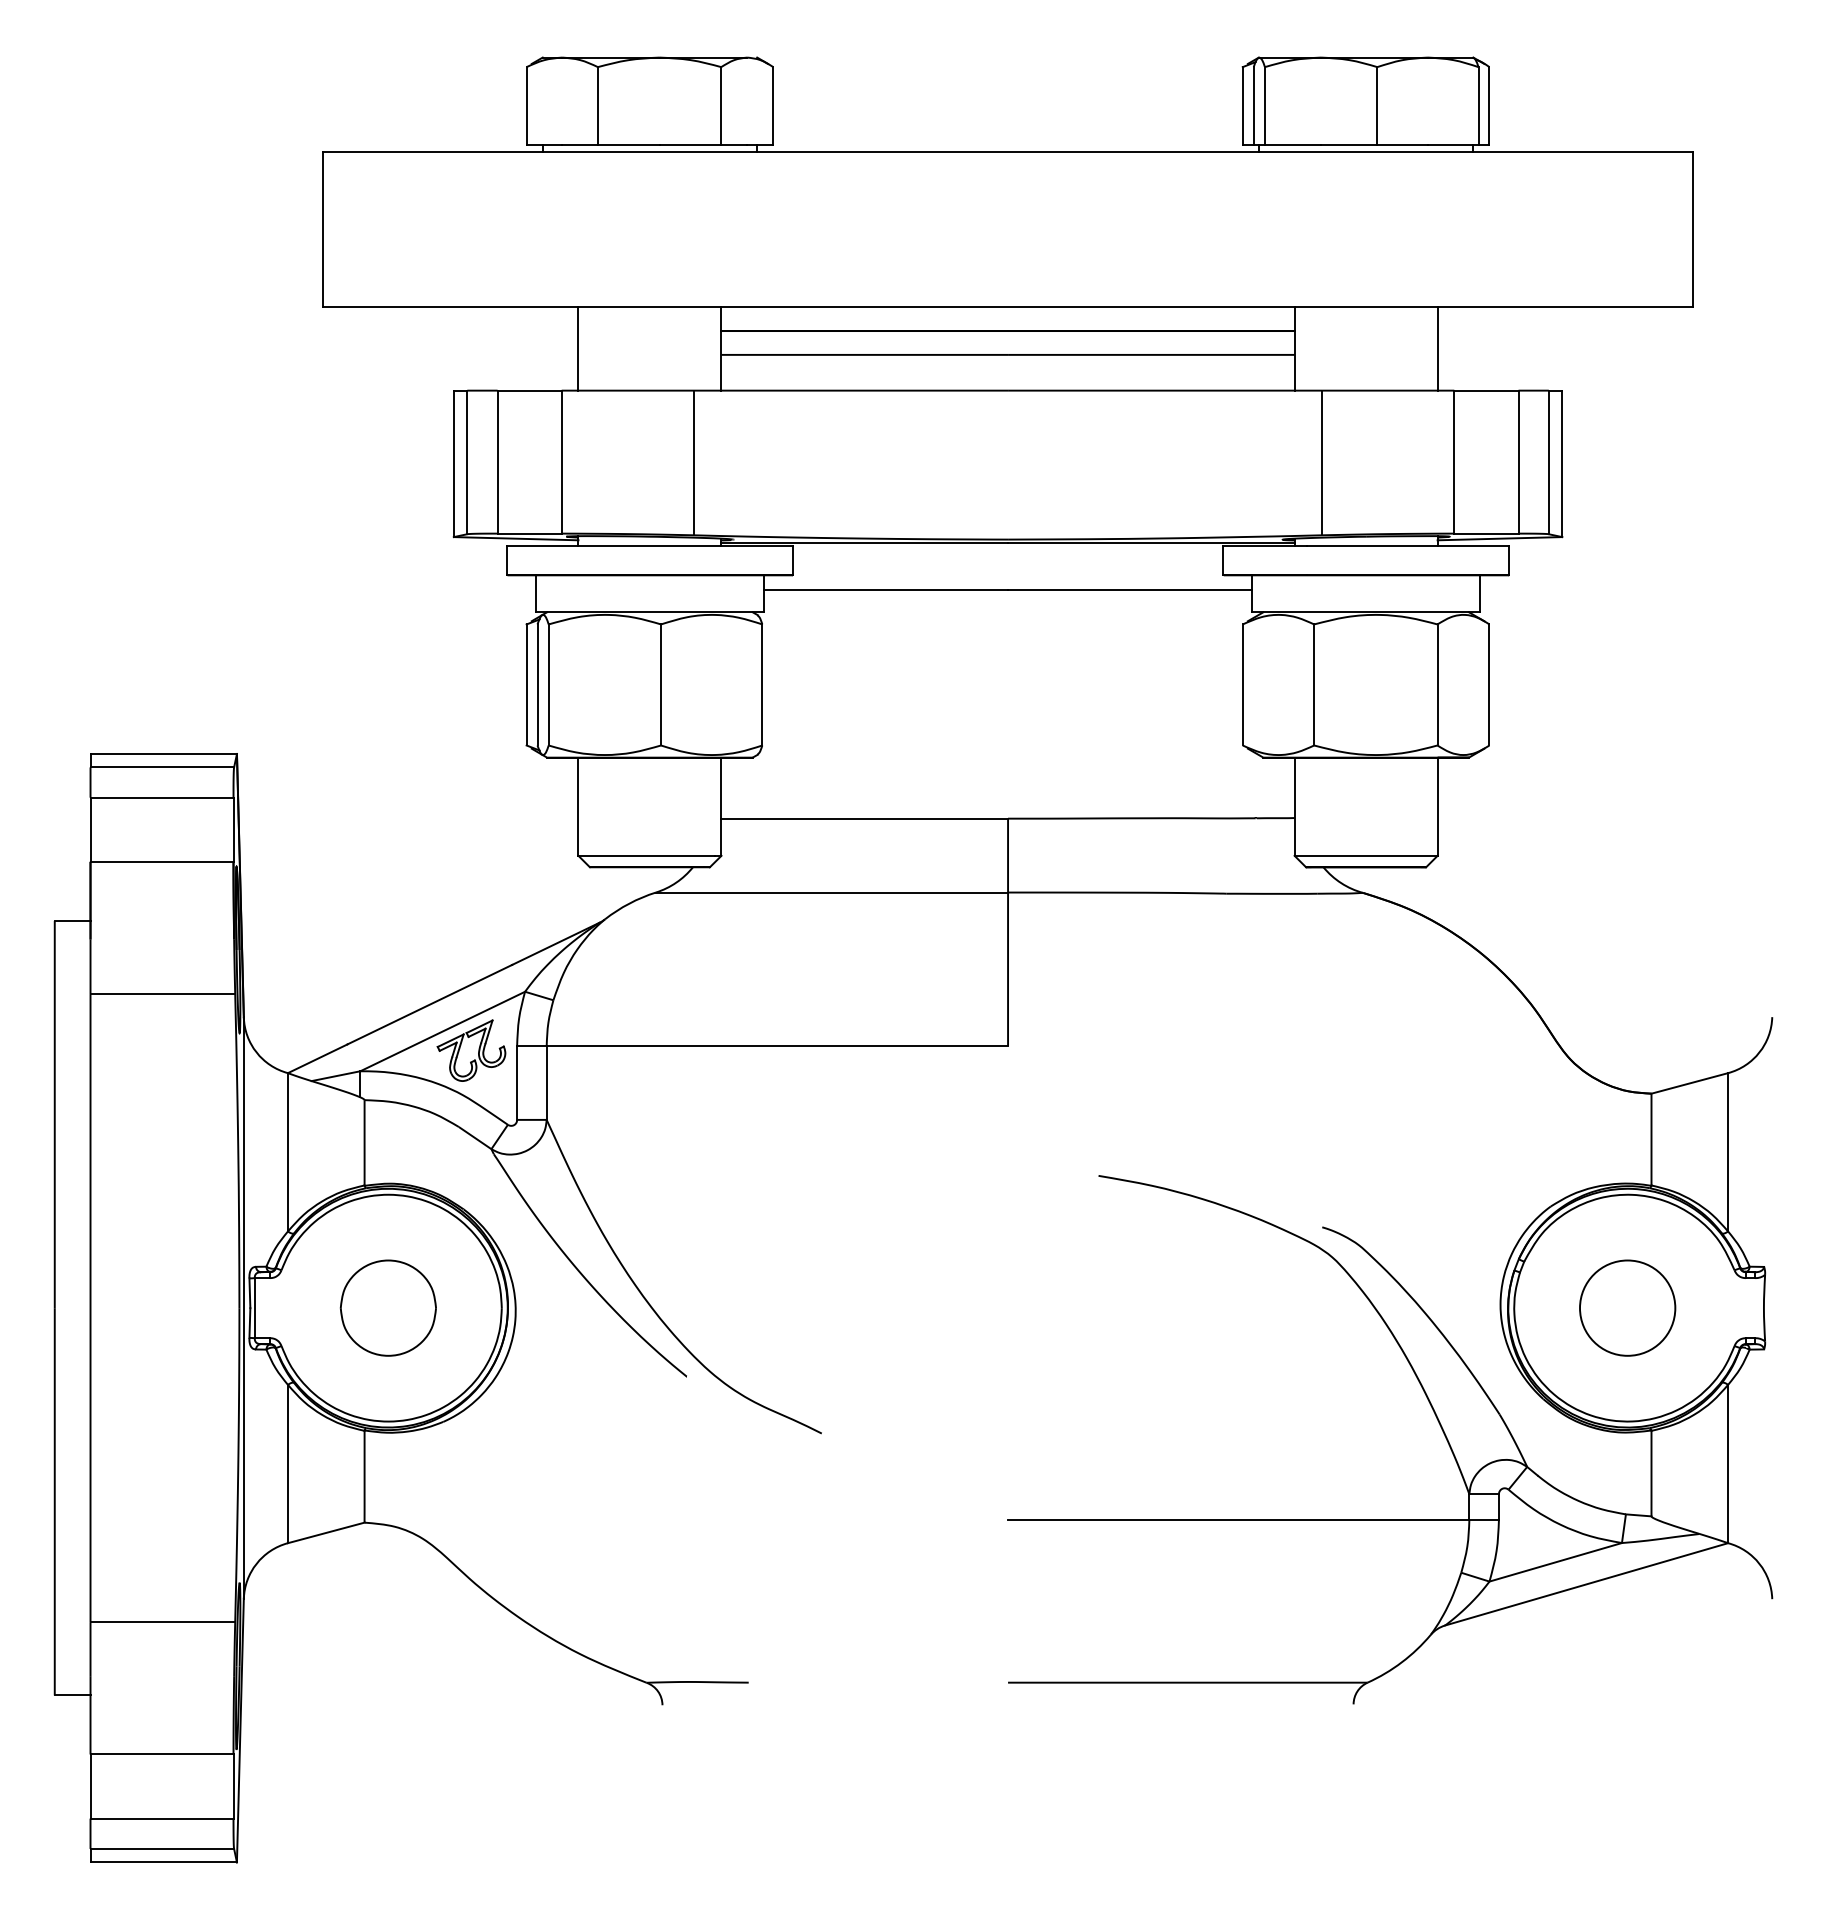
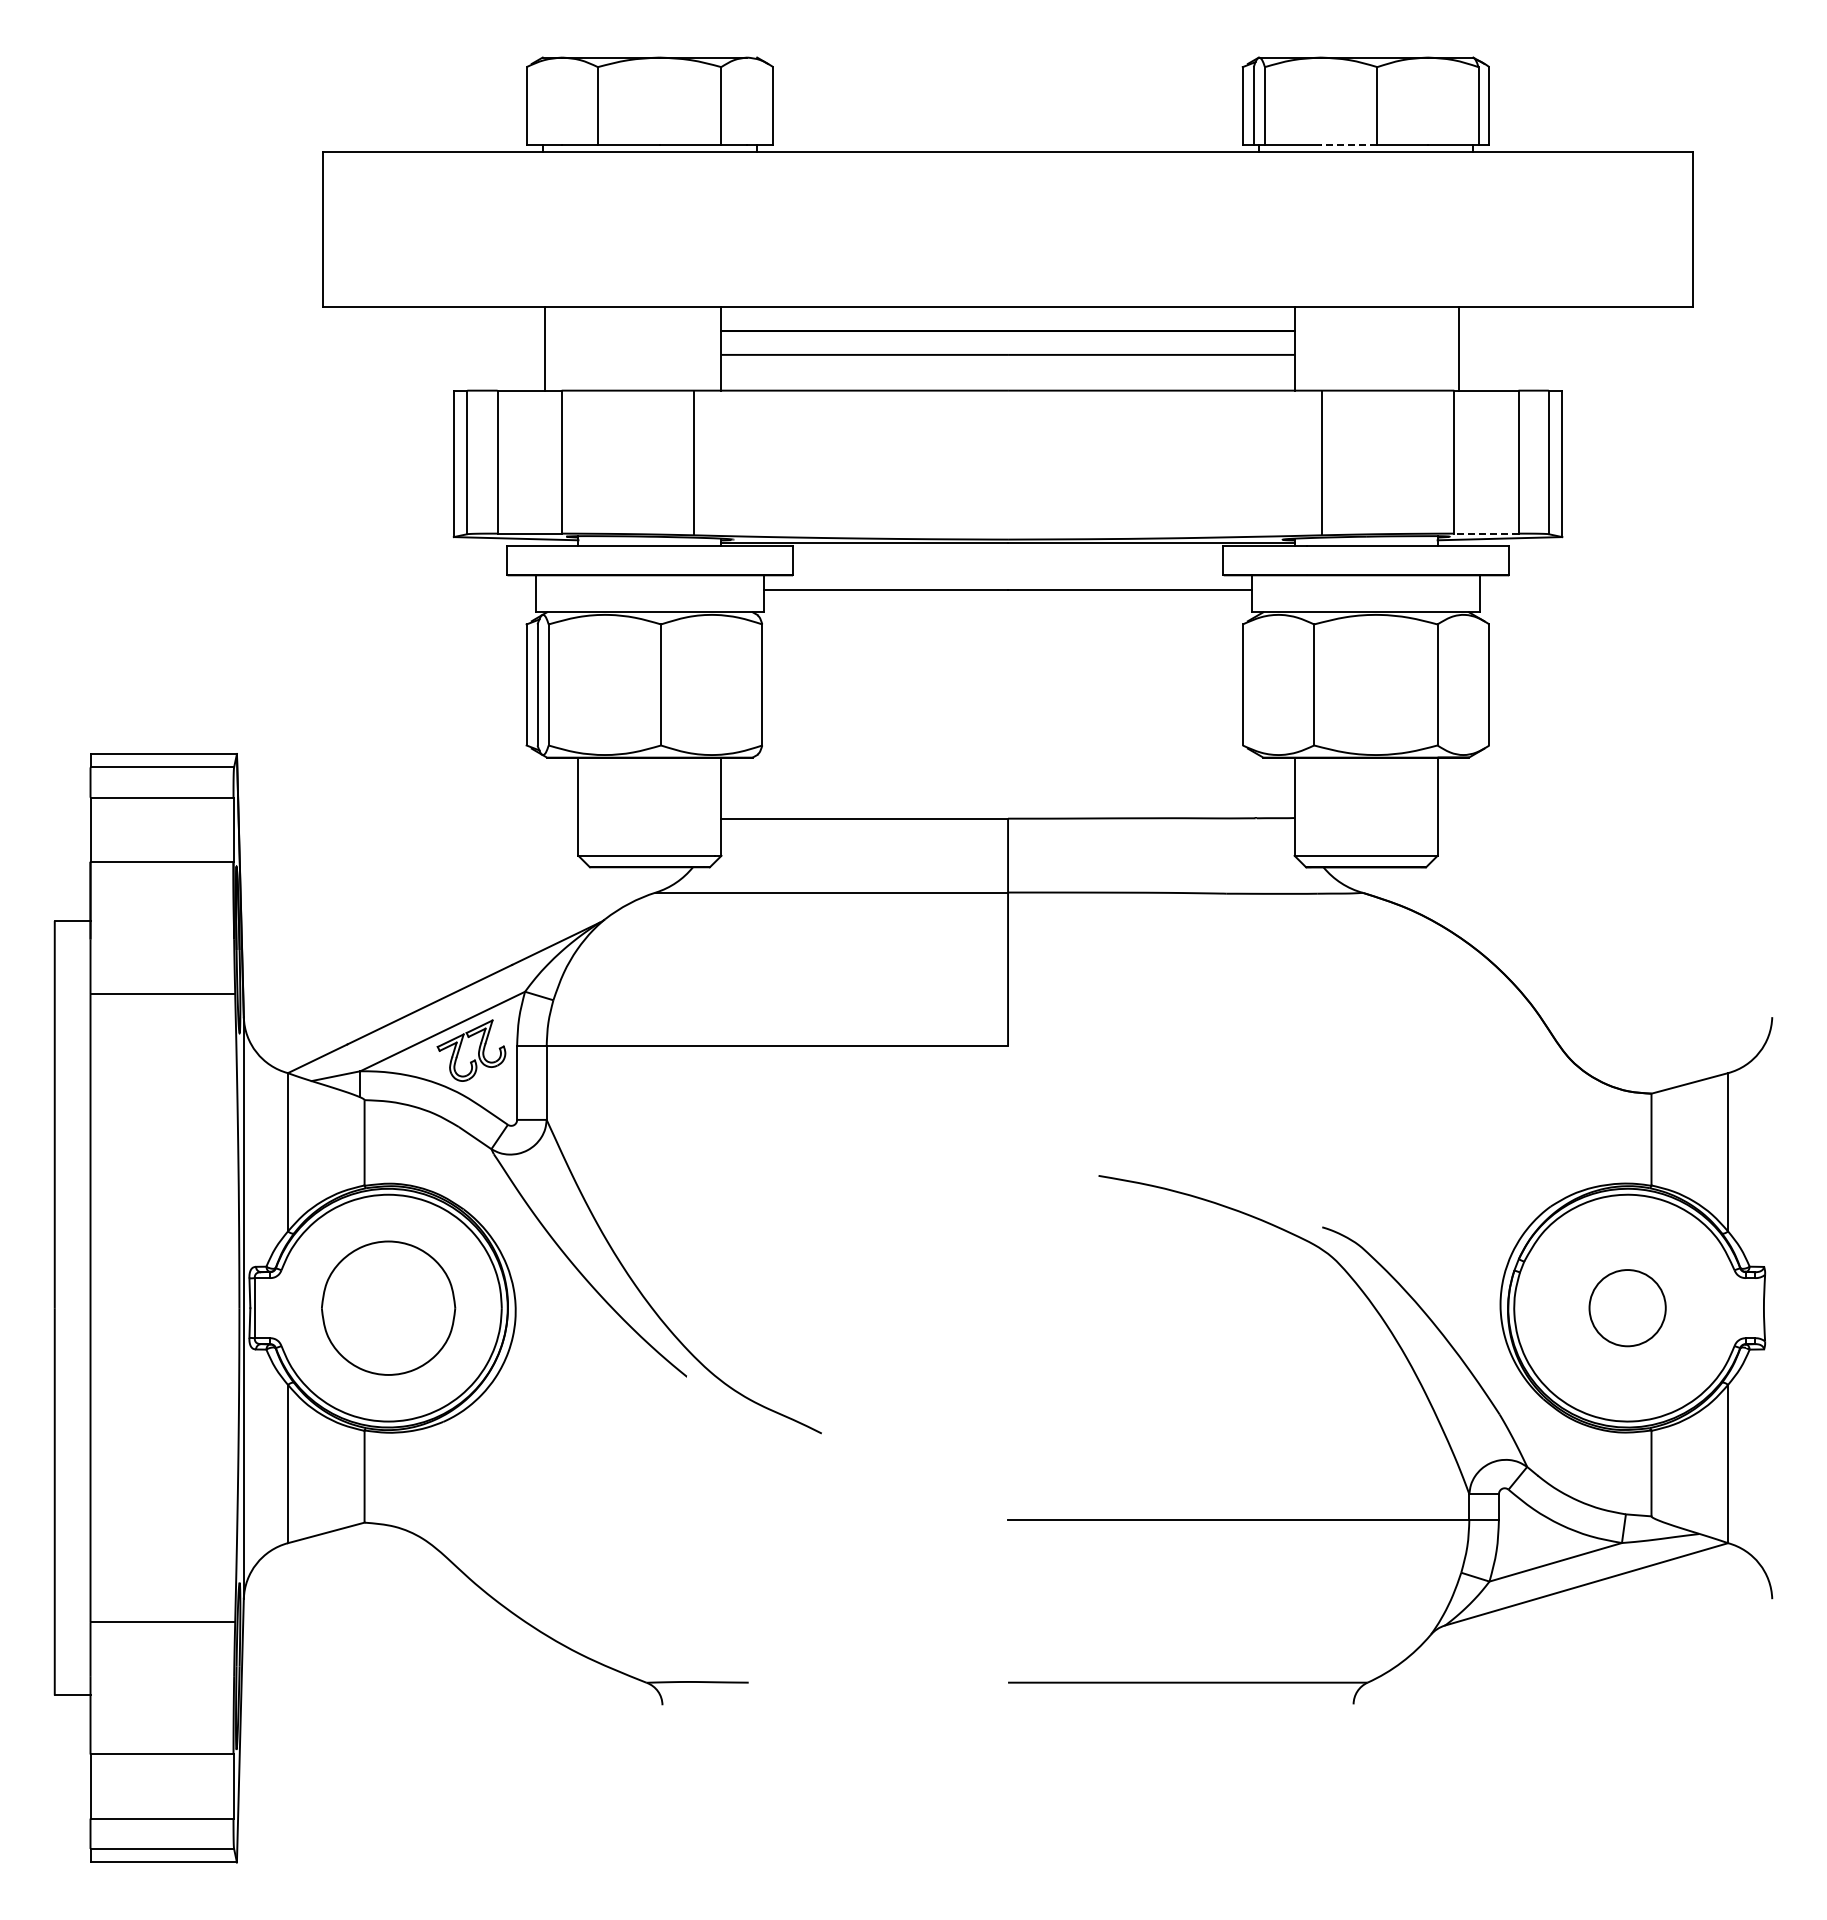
line at (1348, 145): solid -> dashed
line at (578, 348) position: (578, 348) -> (545, 348)
line at (1437, 348) position: (1437, 348) -> (1458, 348)
line at (1485, 533): solid -> dashed
part at (387, 1307) size: 98x98 px -> 136x136 px
circle at (1627, 1307) diameter: 95 px -> 76 px
